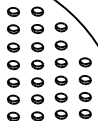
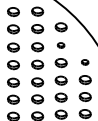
part at (60, 45) size: 14x11 px -> 10x7 px
part at (84, 62) size: 14x11 px -> 9x7 px
